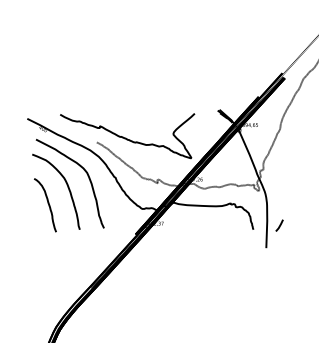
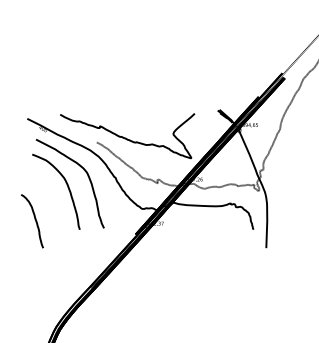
curve at (47, 203) position: (47, 203) -> (34, 219)
line at (279, 225): present -> none
